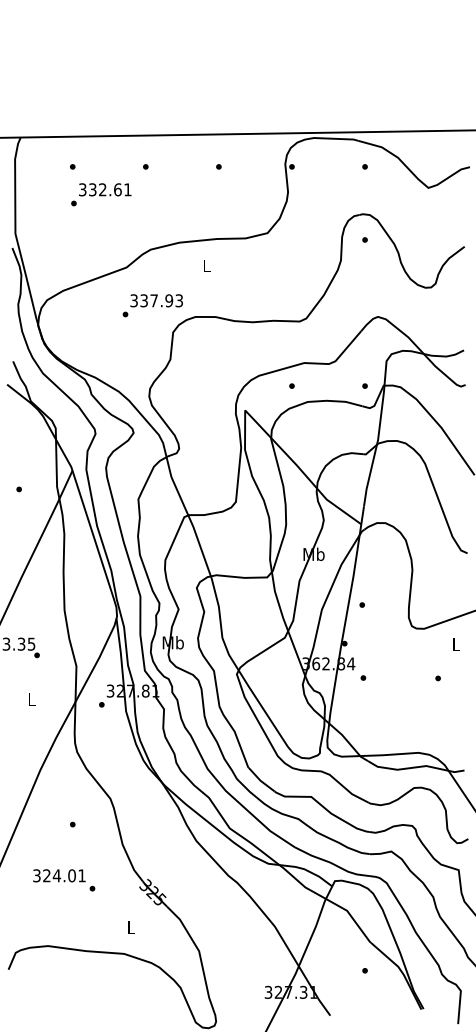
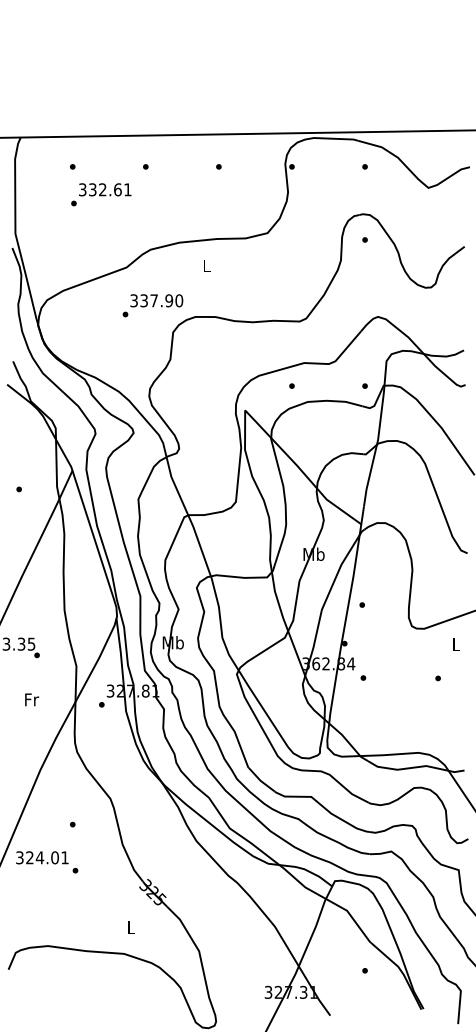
text at (179, 300): 337.93 -> 337.90
text at (32, 699): L -> Fr
text at (64, 880) position: (64, 880) -> (47, 862)
